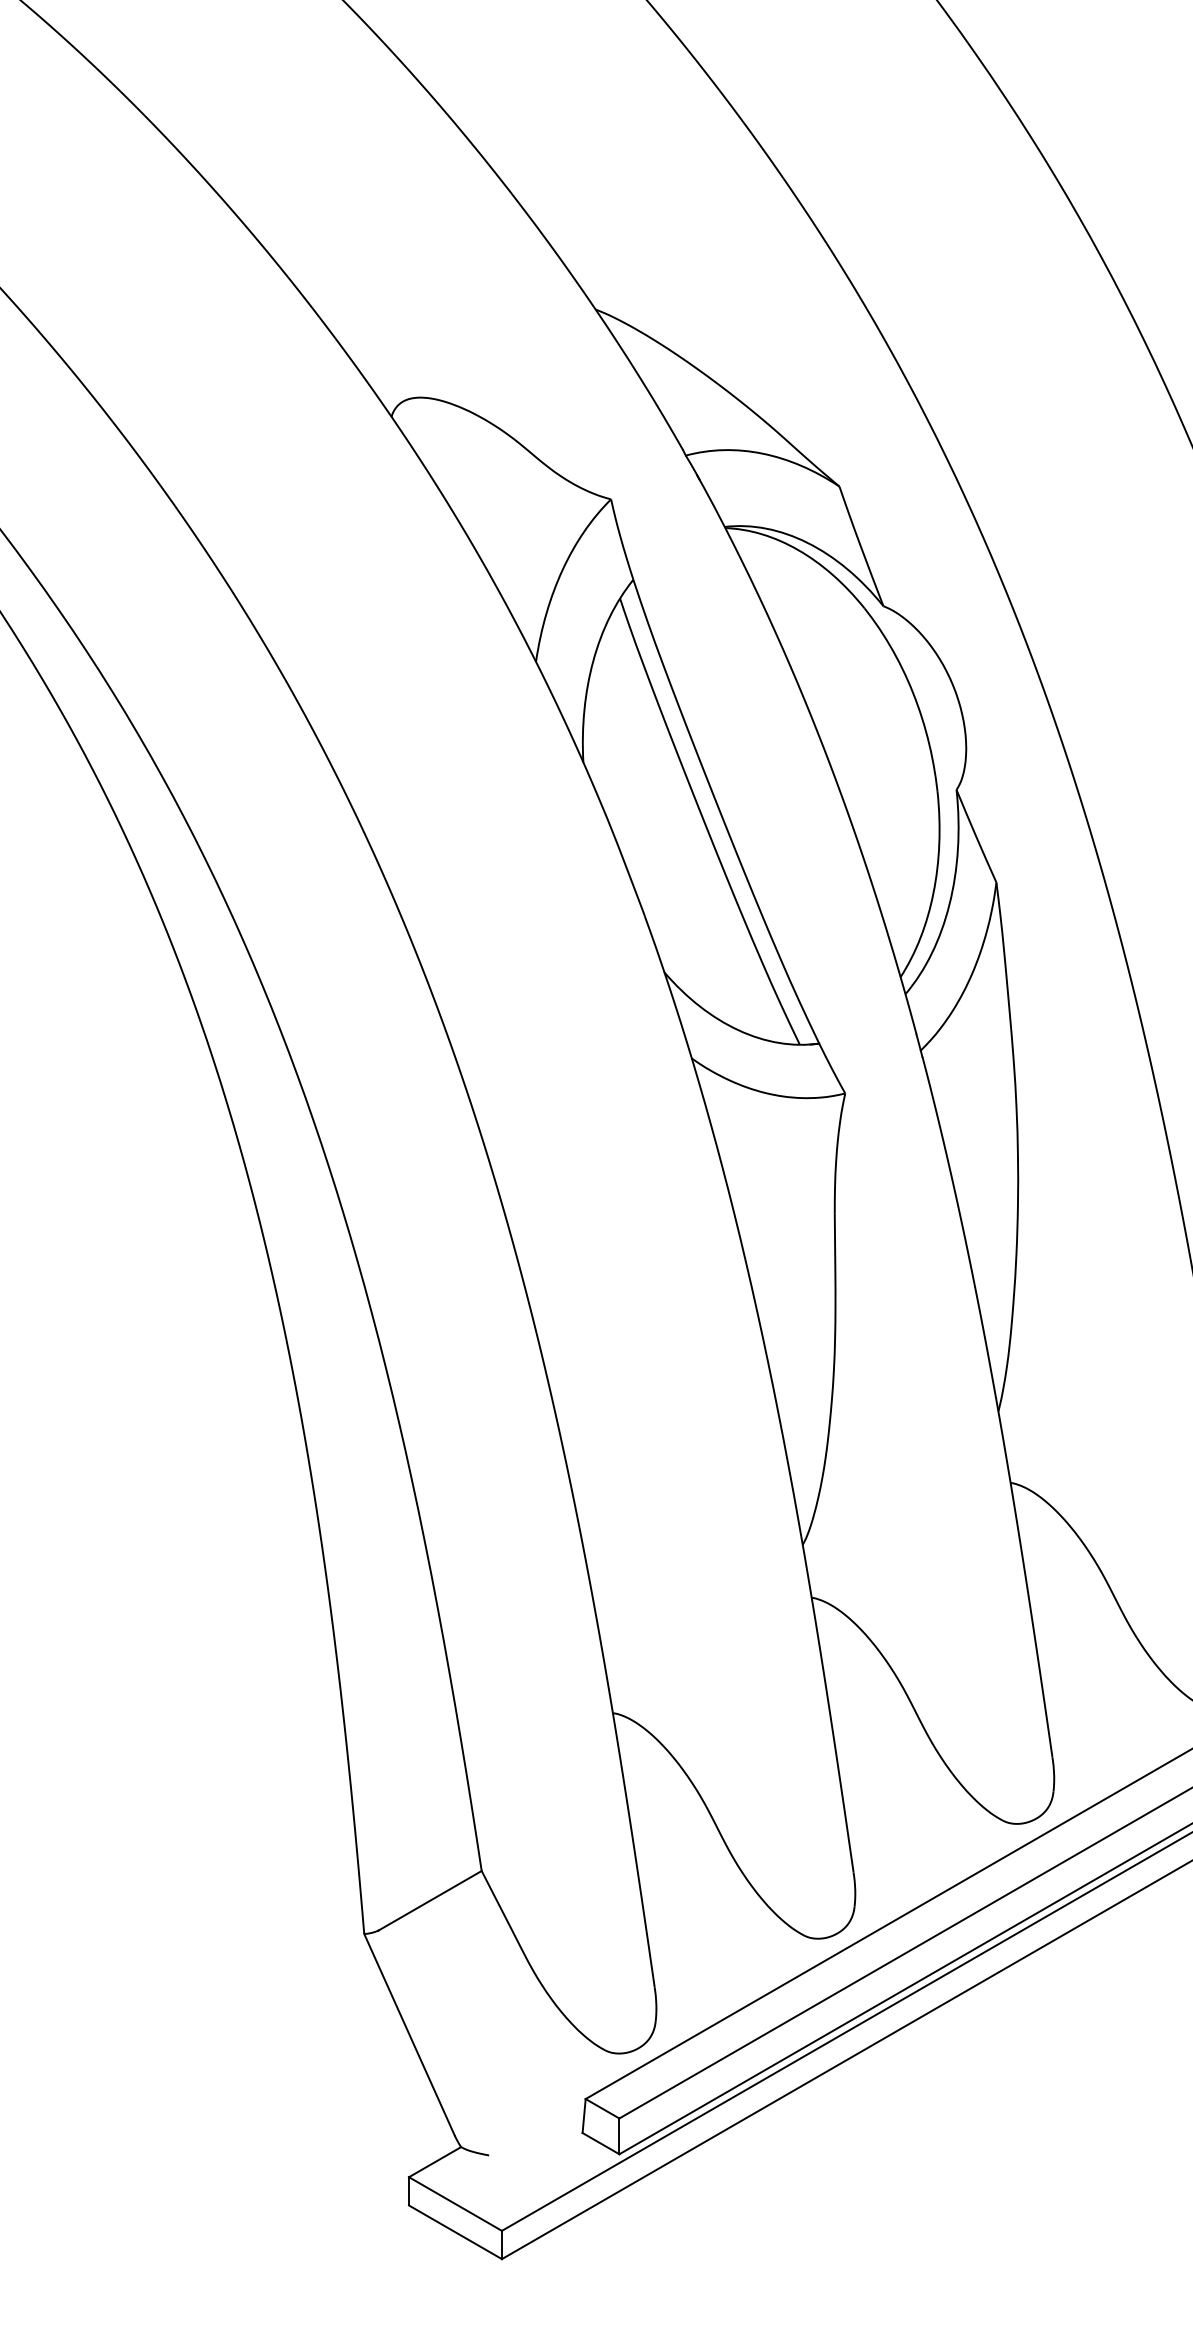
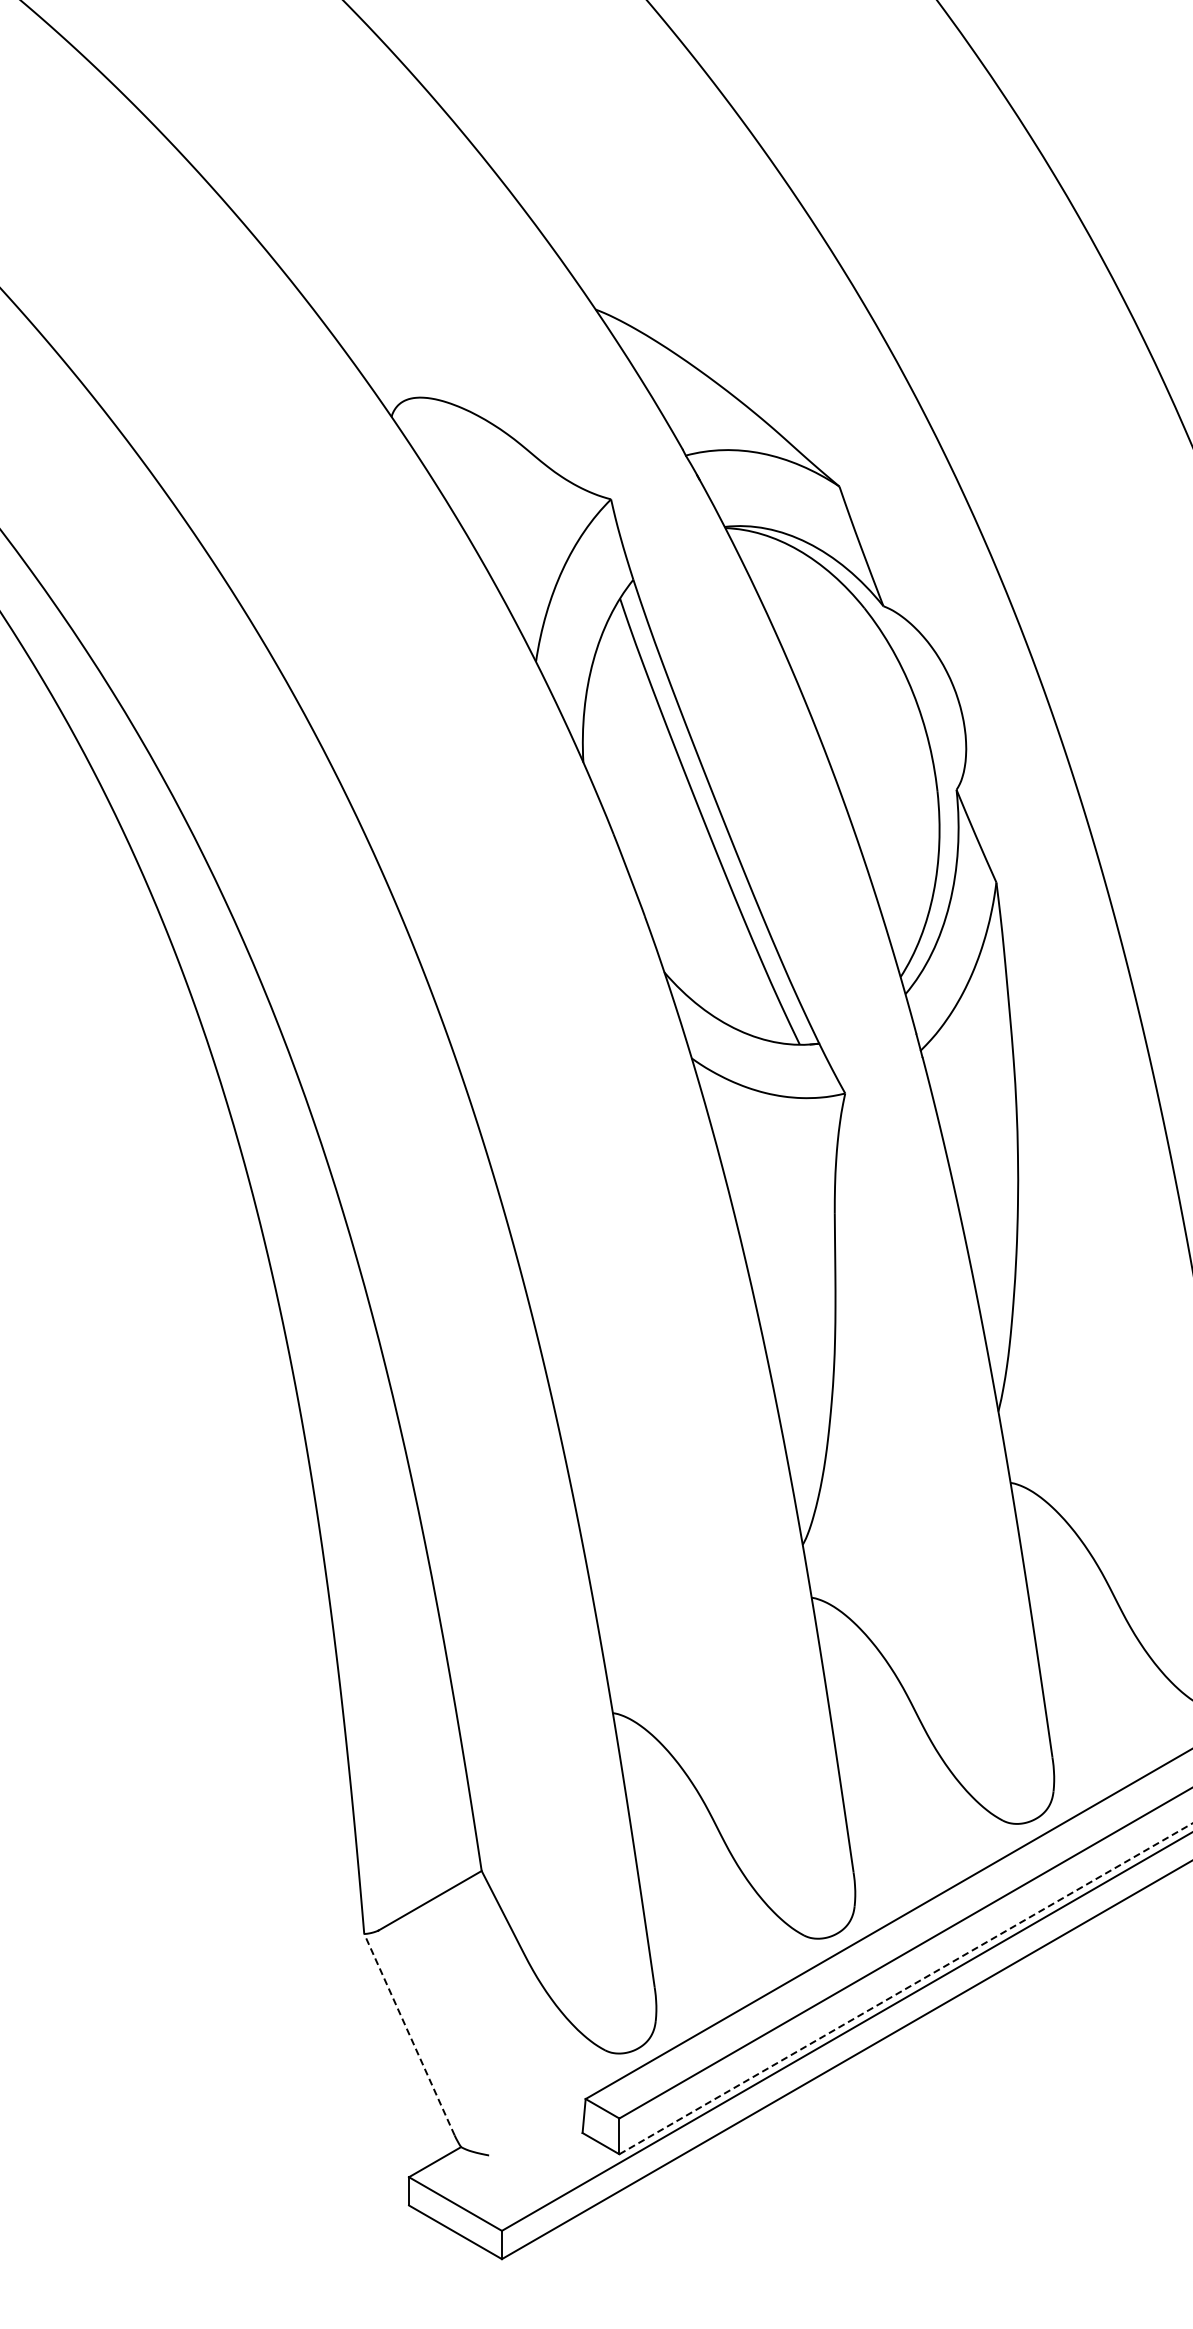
line at (906, 1988): solid -> dashed
line at (409, 2034): solid -> dashed
